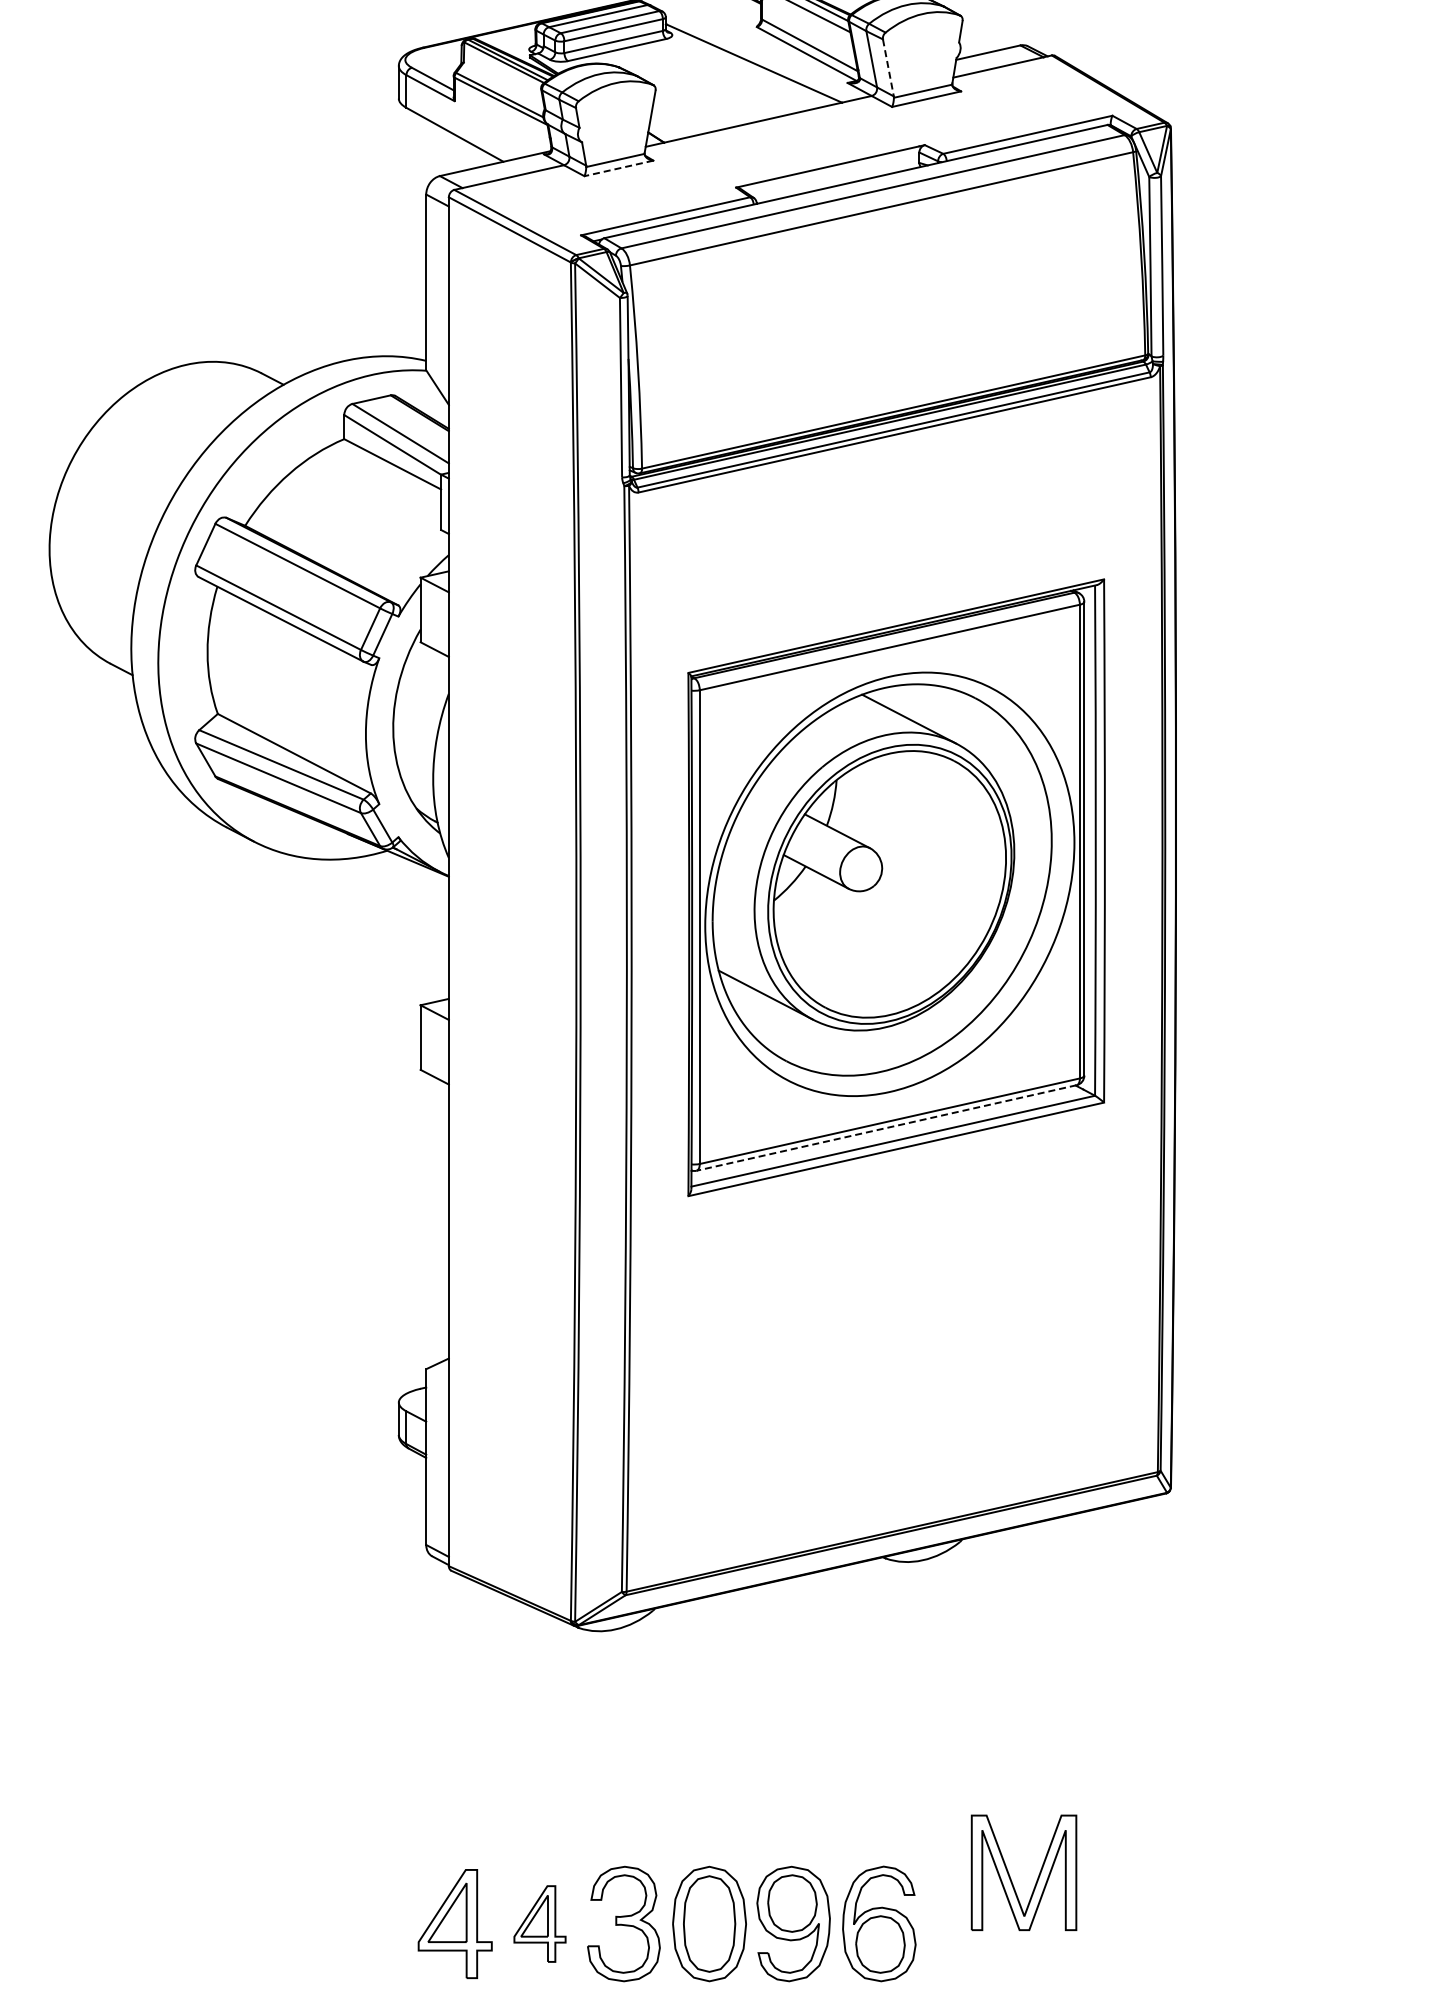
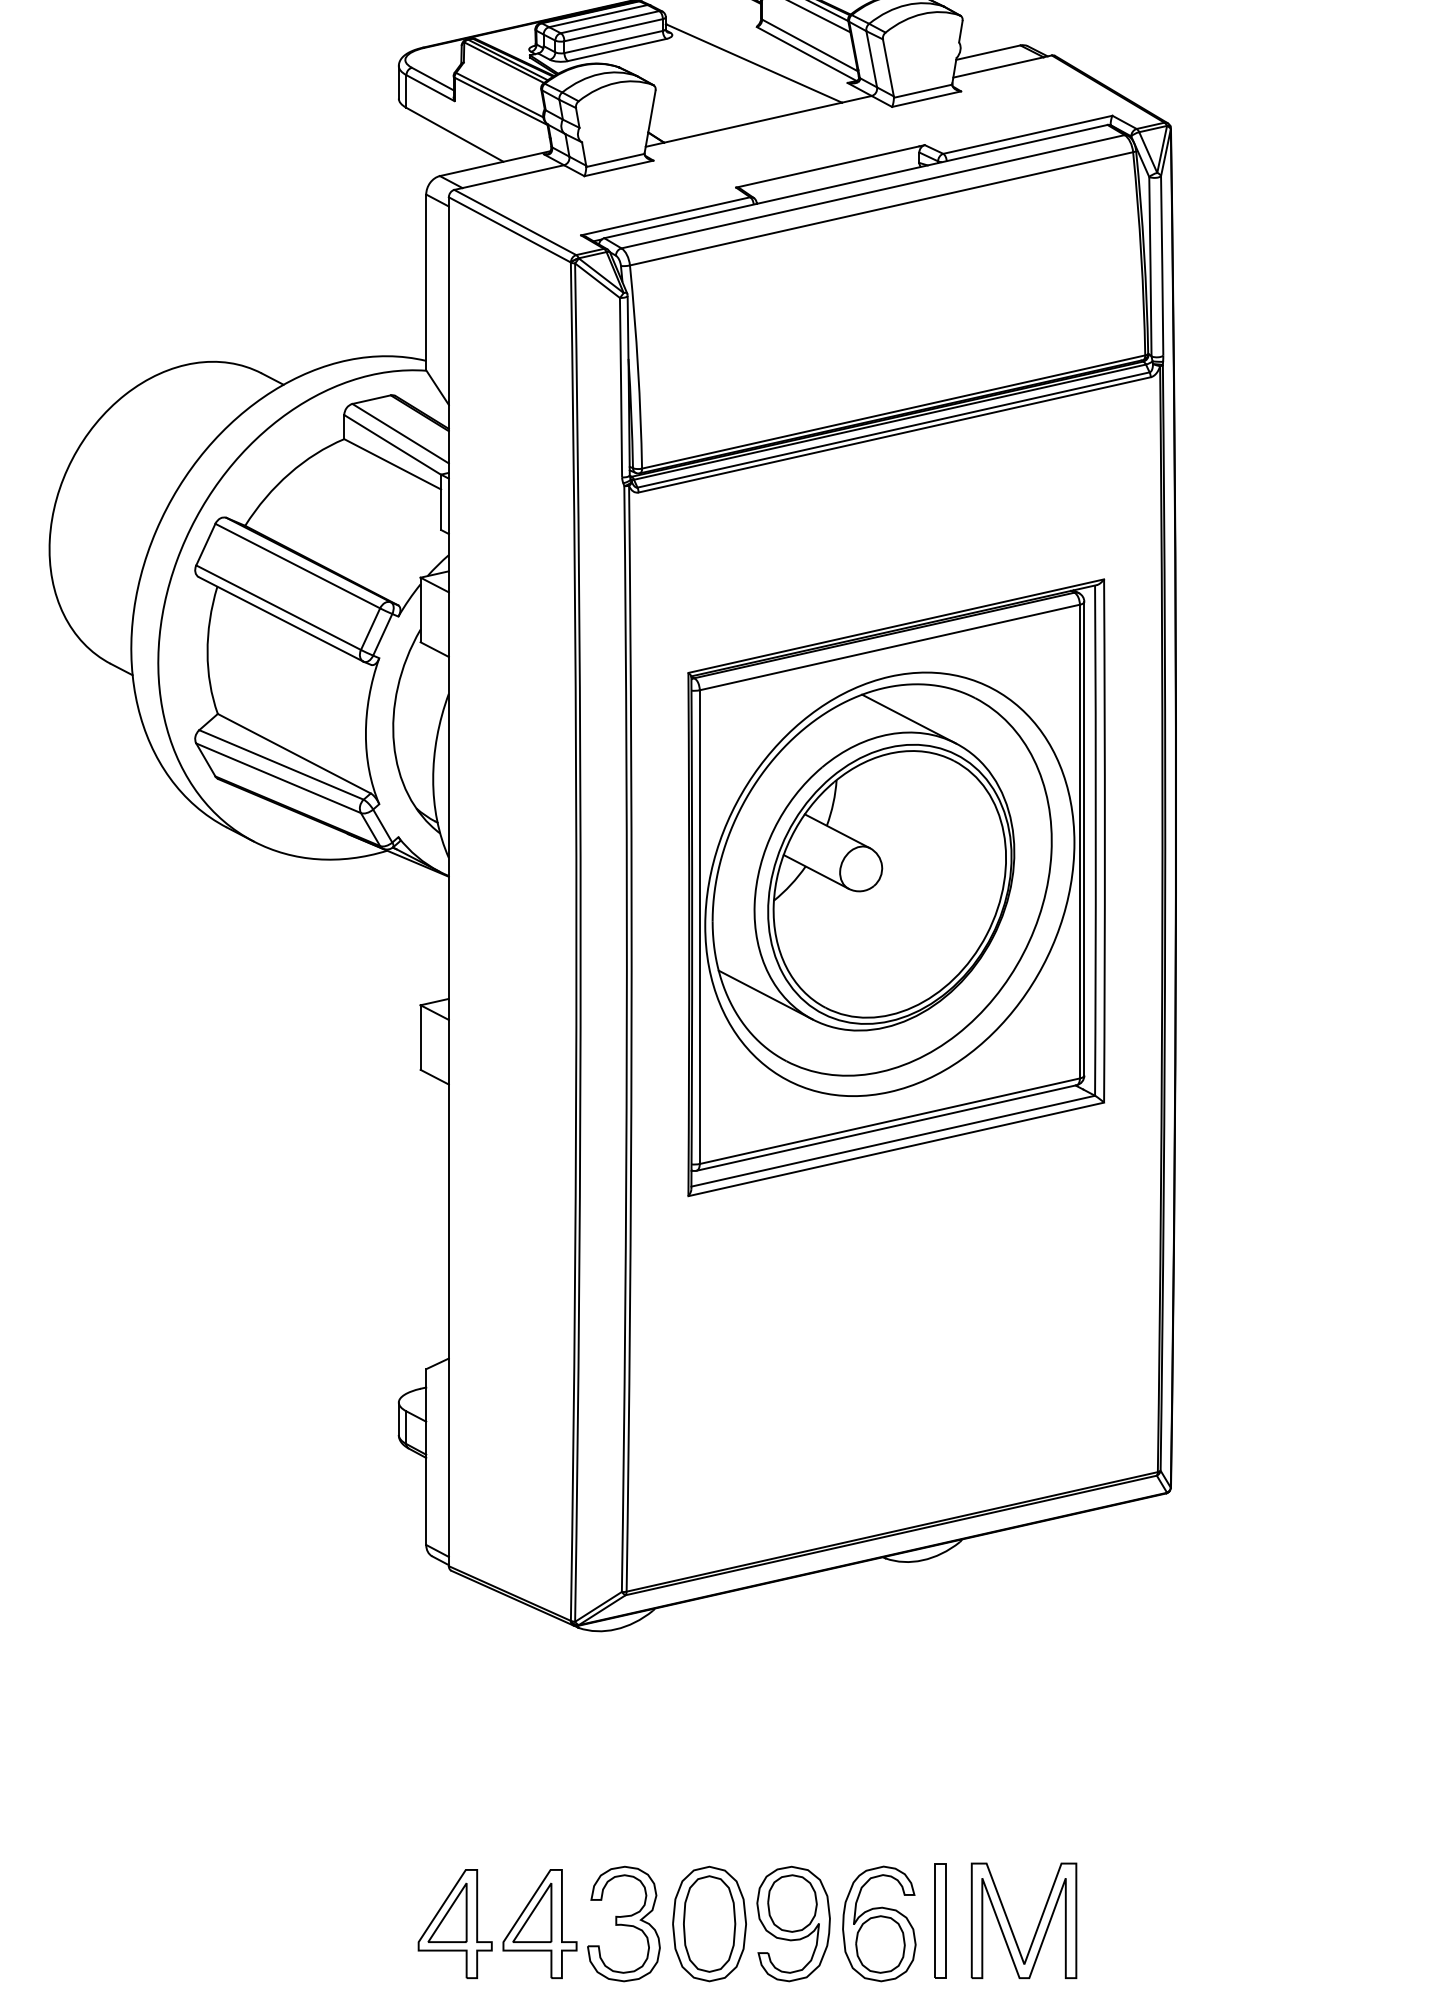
line at (888, 68): dashed -> solid
line at (618, 168): dashed -> solid
line at (886, 1128): dashed -> solid
part at (1011, 1878) position: (1011, 1878) -> (1011, 1926)
part at (940, 1920): none -> present
part at (539, 1923) size: 54x78 px -> 76x110 px
